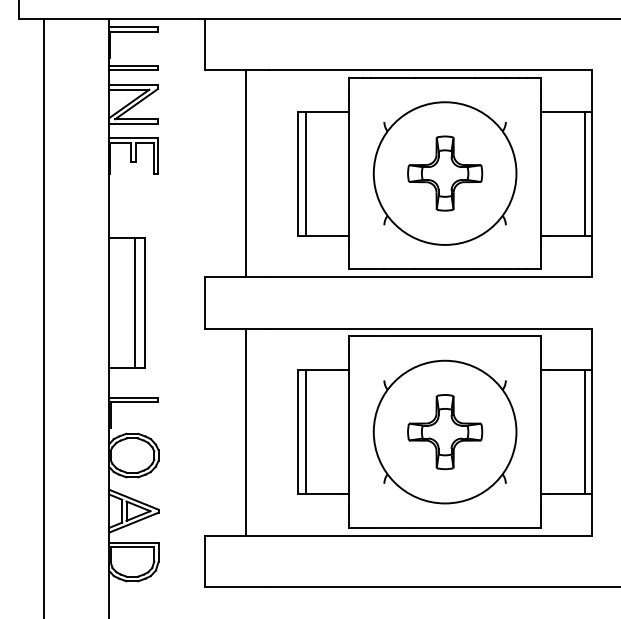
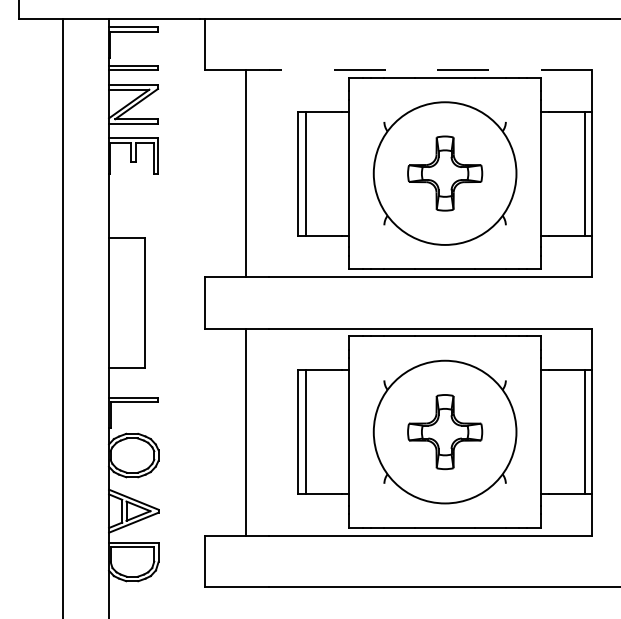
line at (430, 70): solid -> dashed
line at (134, 302): present -> none
line at (44, 316) position: (44, 316) -> (63, 316)
